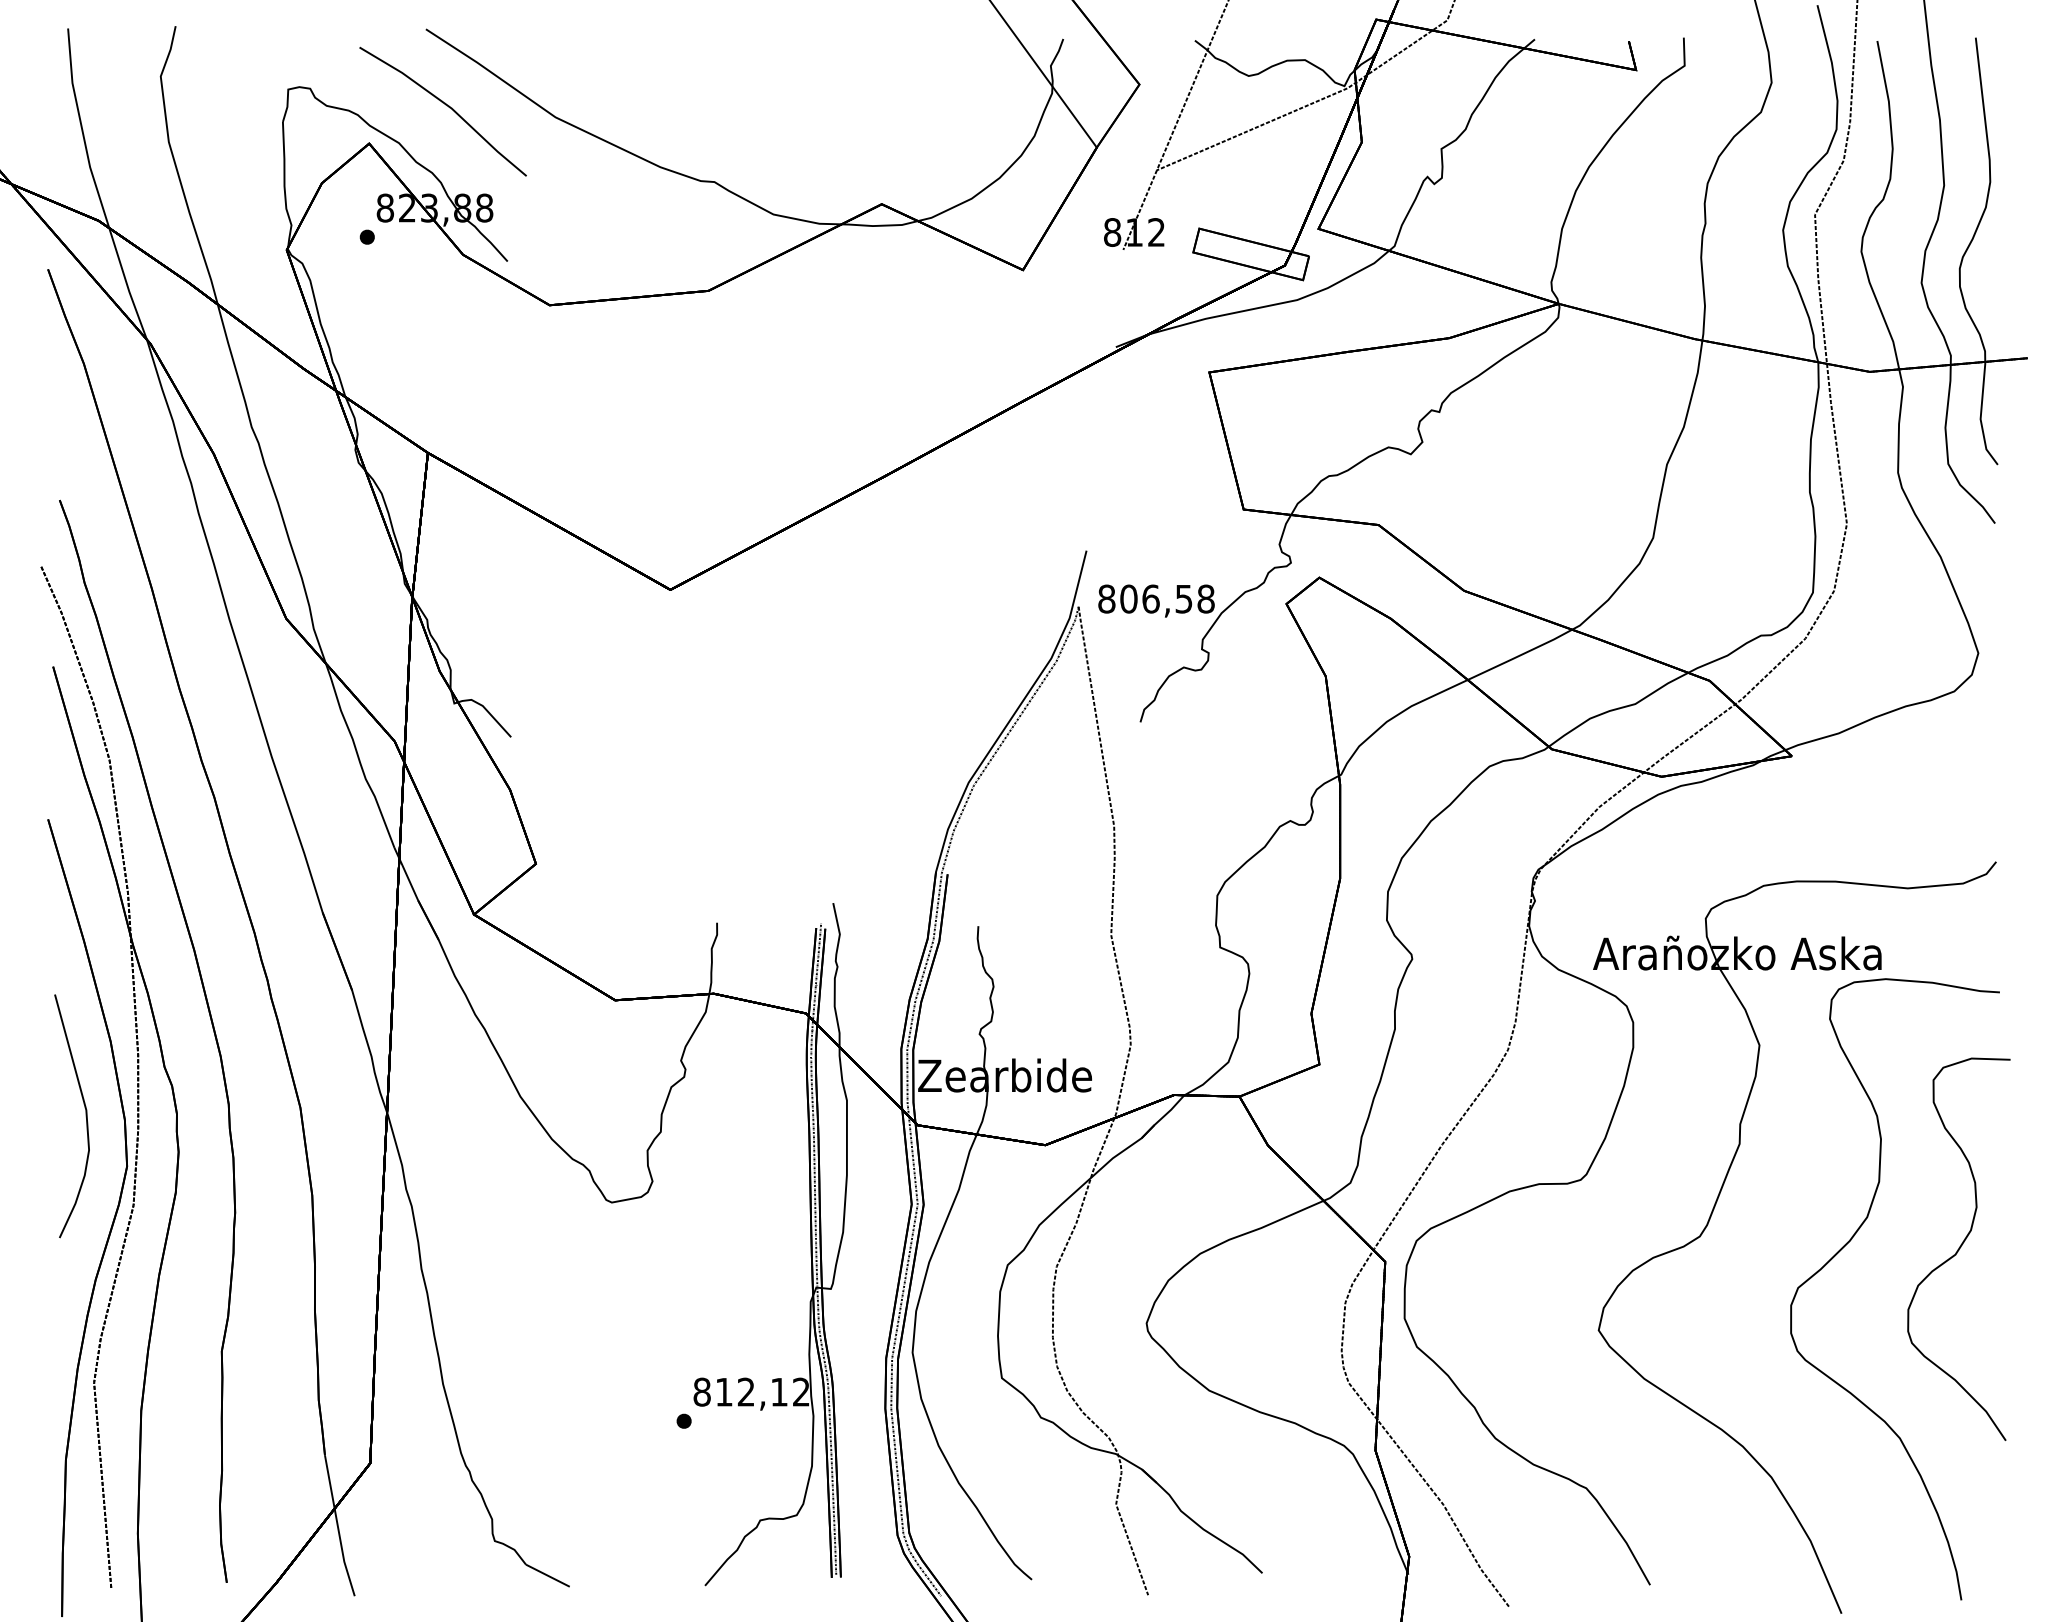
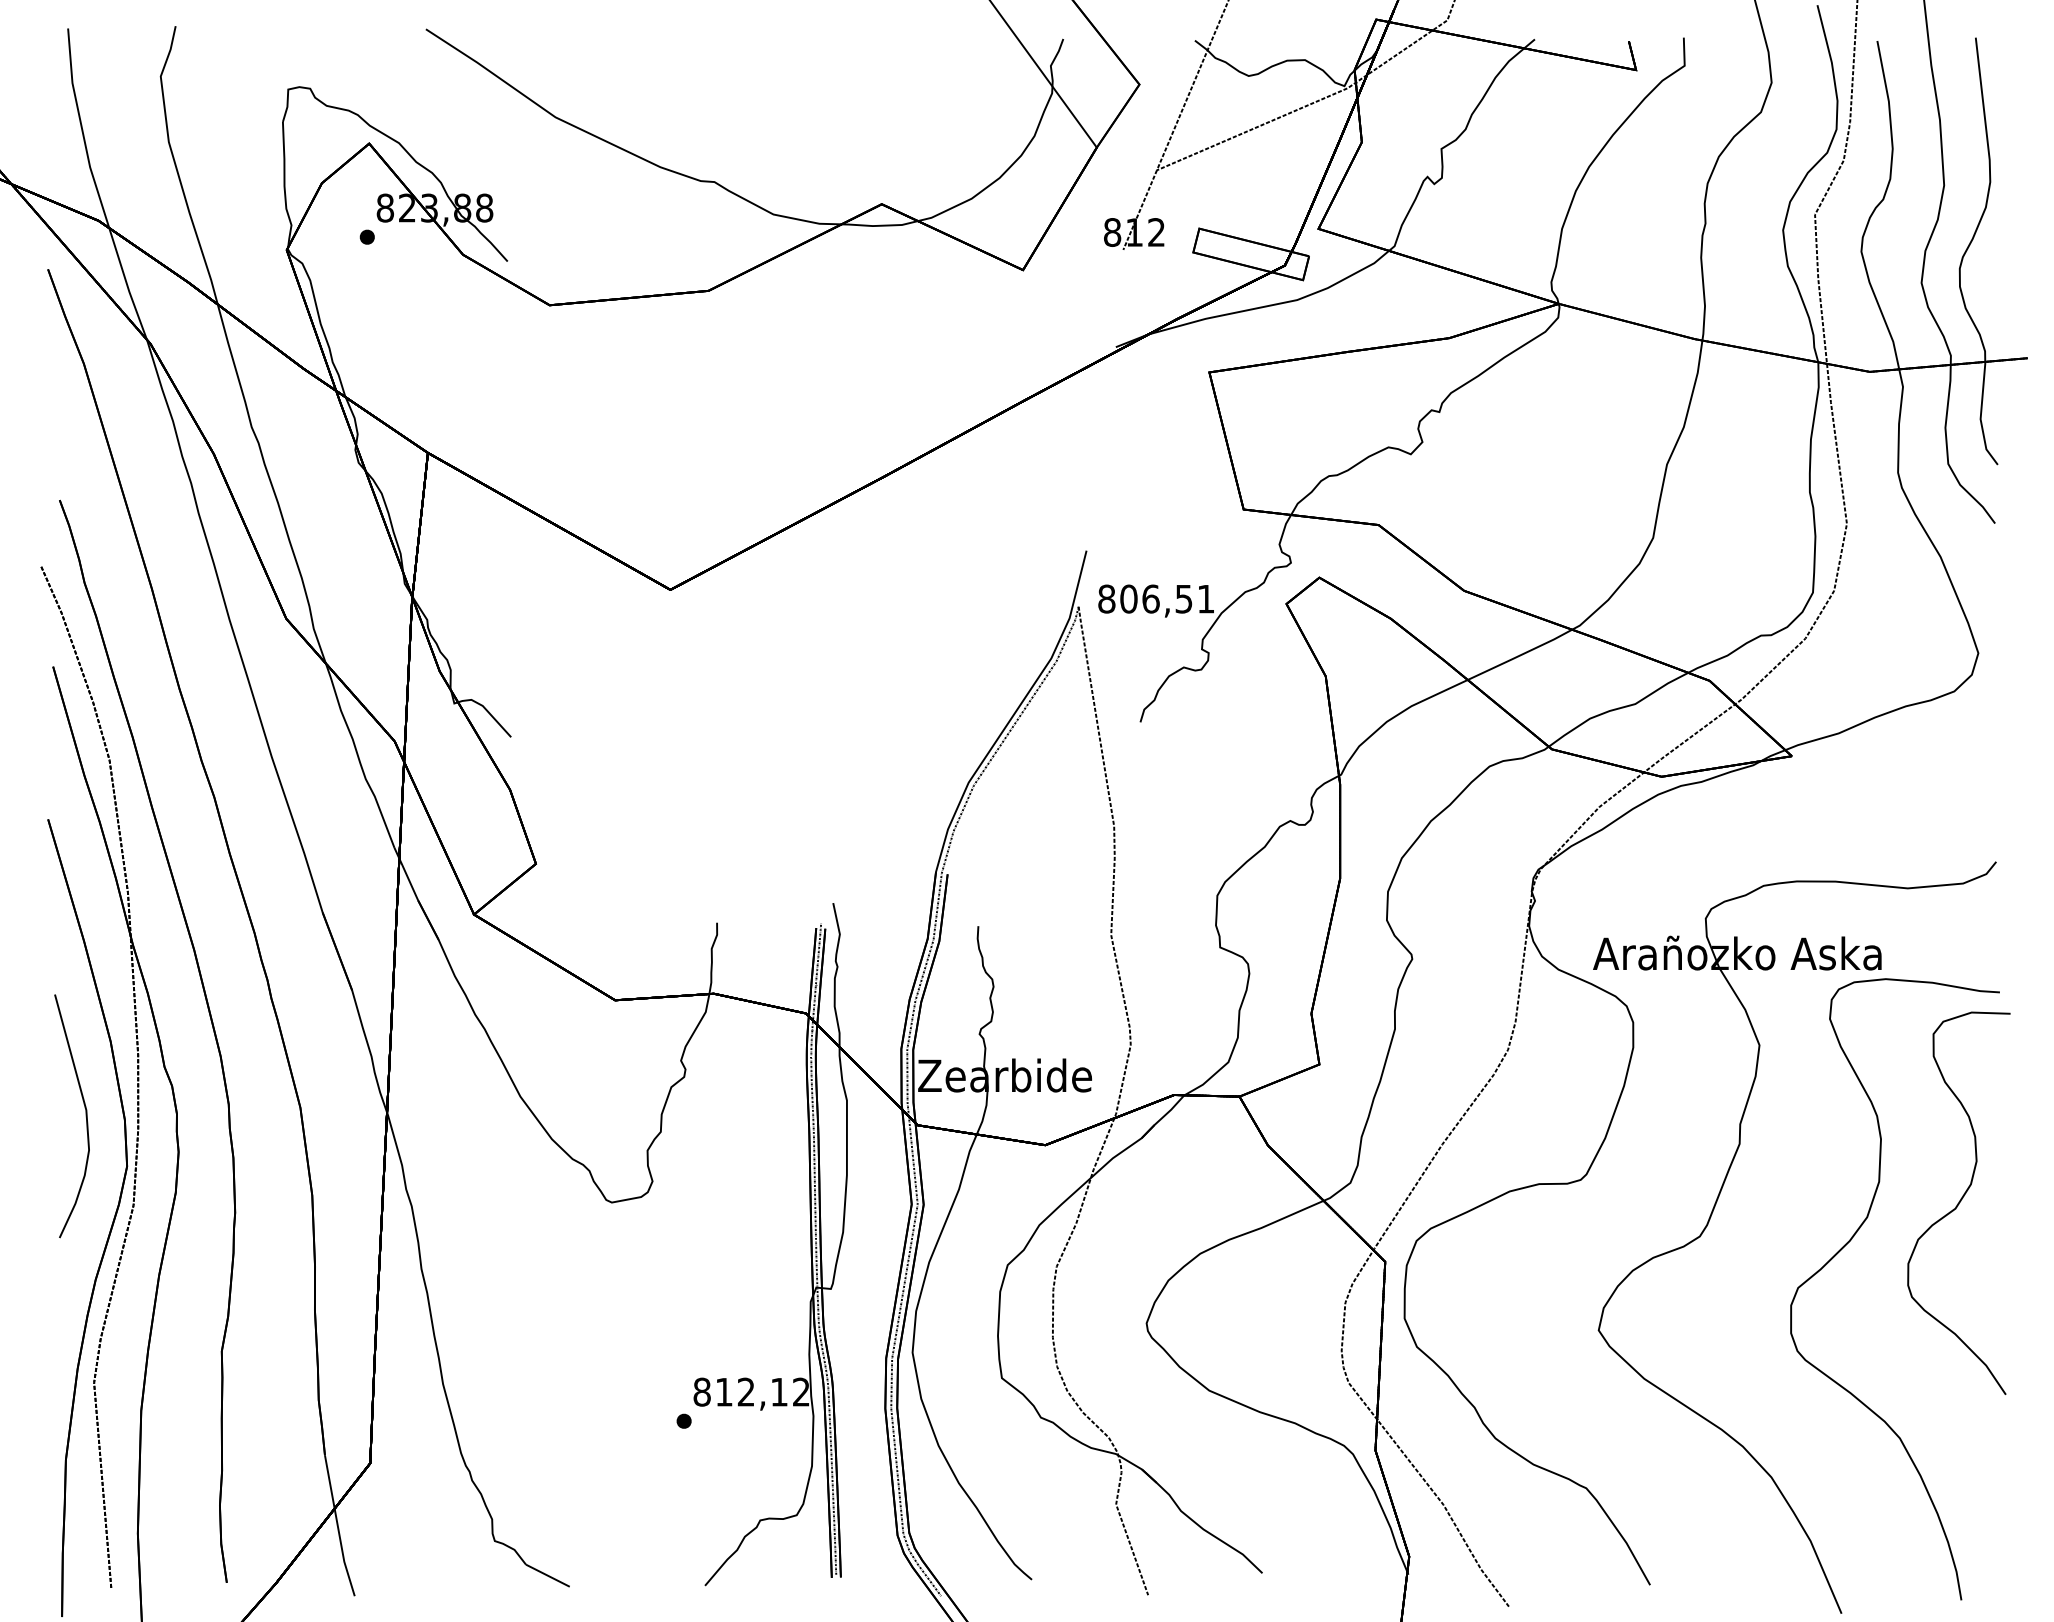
line at (445, 105): present -> none
text at (1205, 598): 806,58 -> 806,51
curve at (1958, 1248) position: (1958, 1248) -> (1958, 1202)
